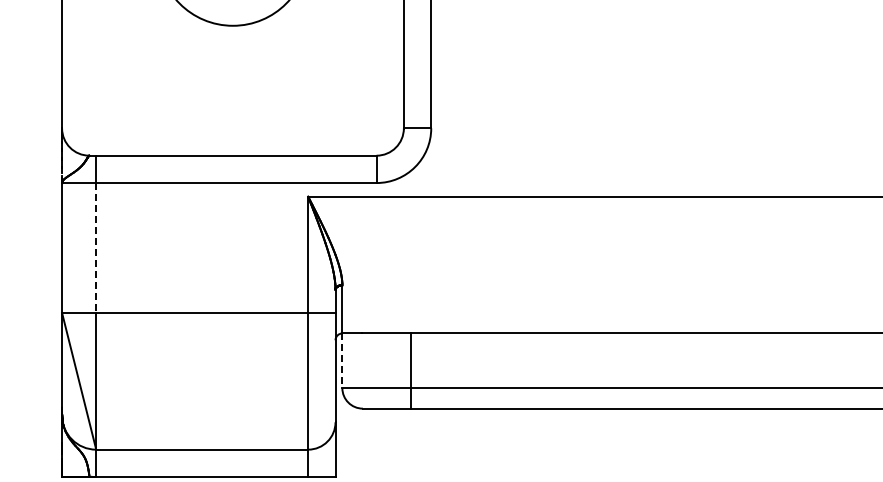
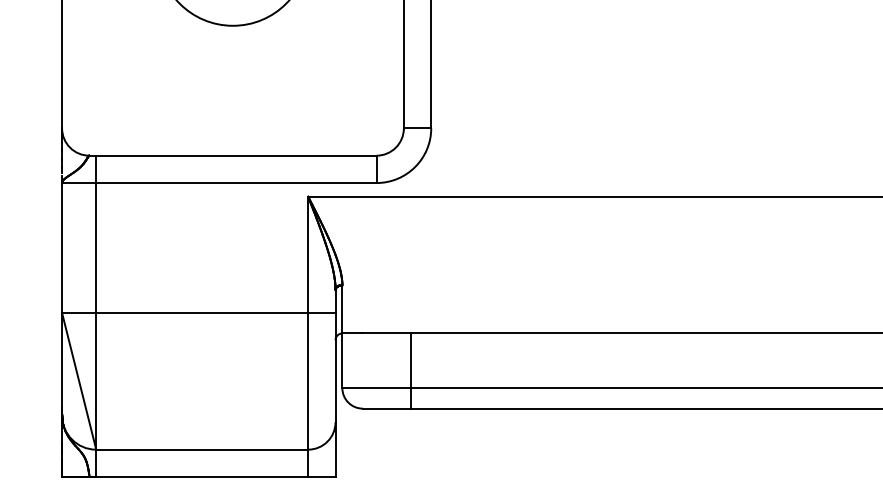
line at (96, 247): dashed -> solid
line at (342, 361): dashed -> solid
